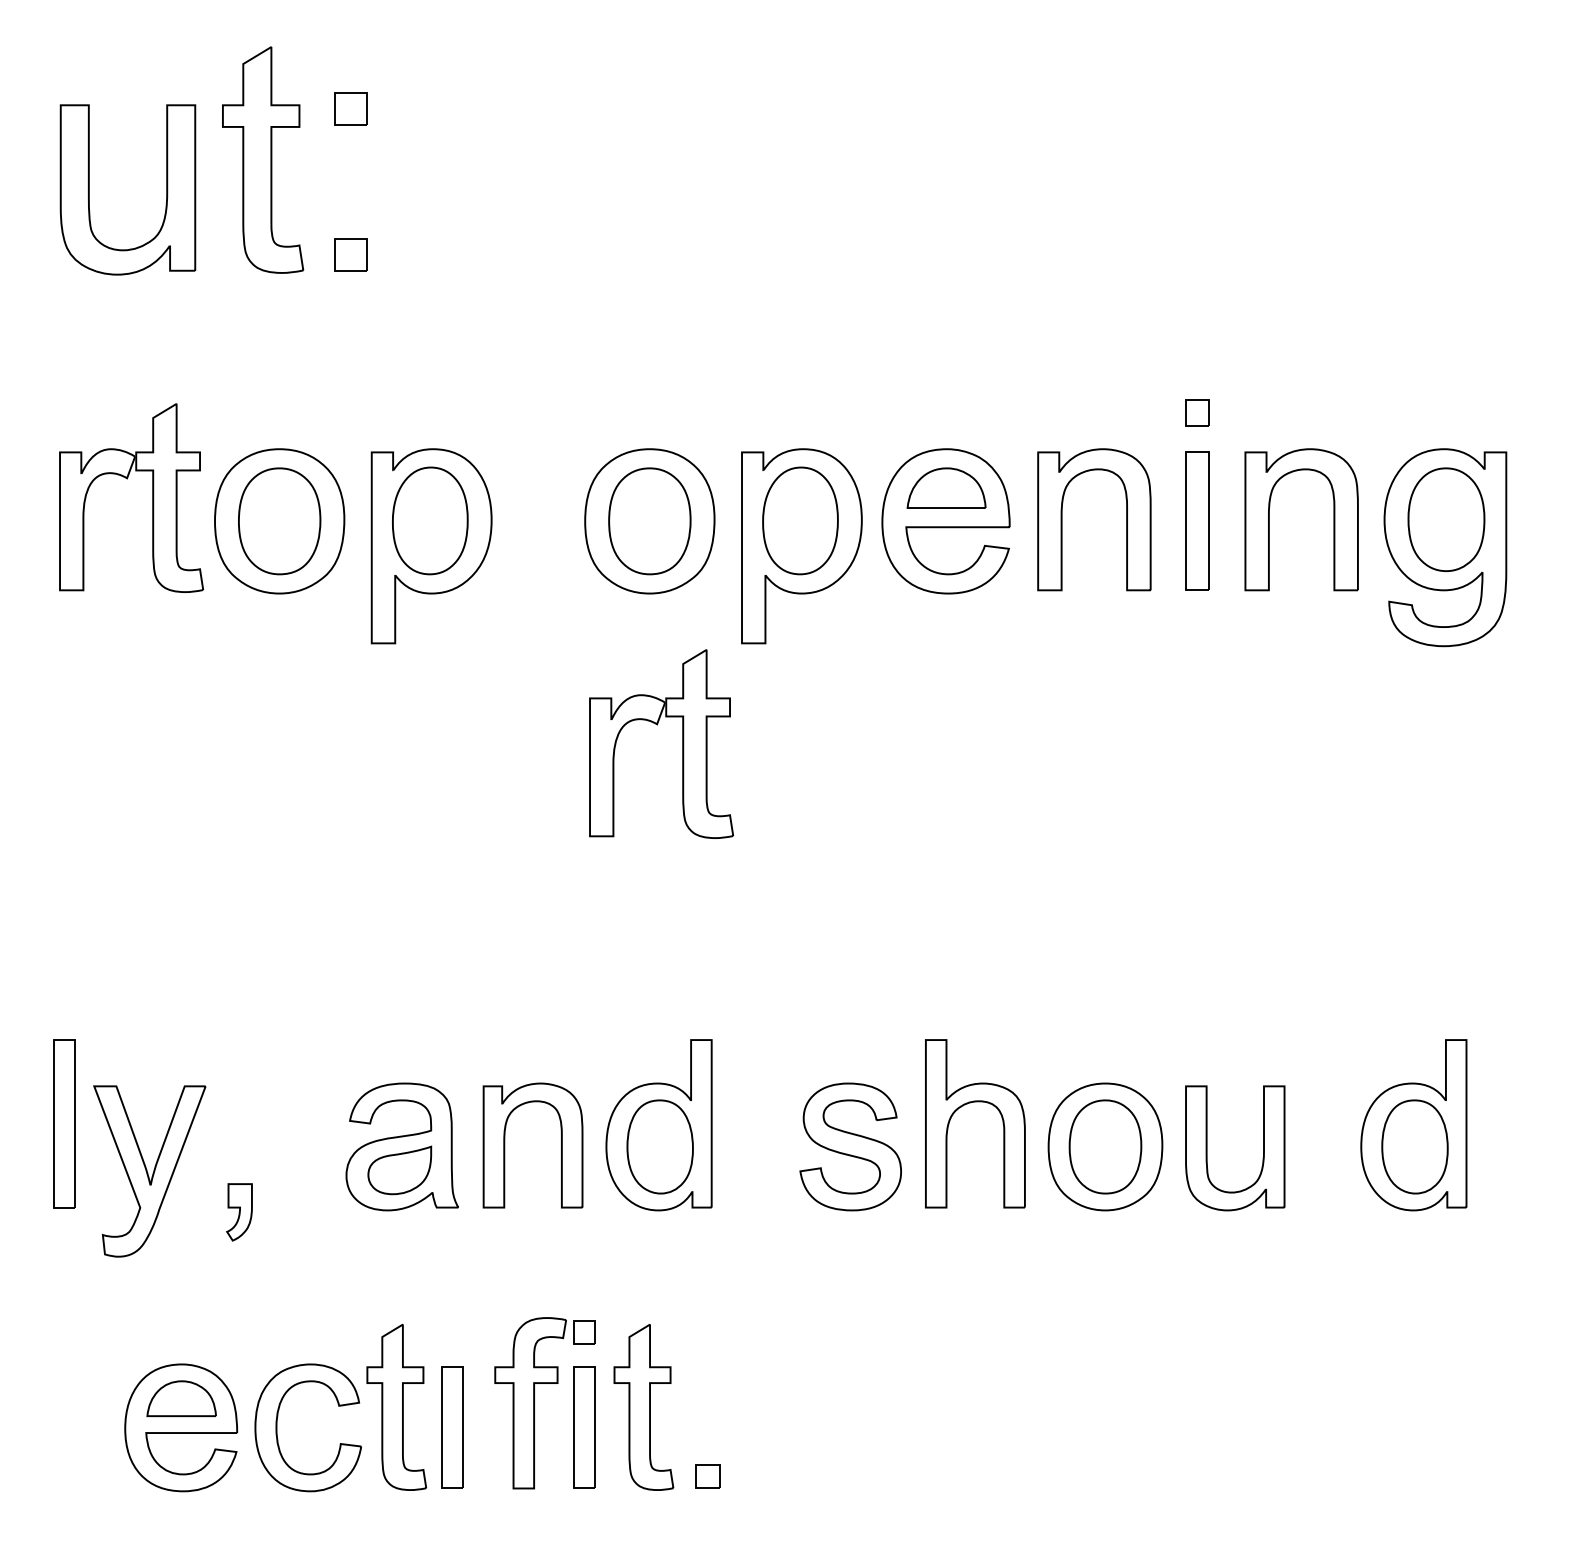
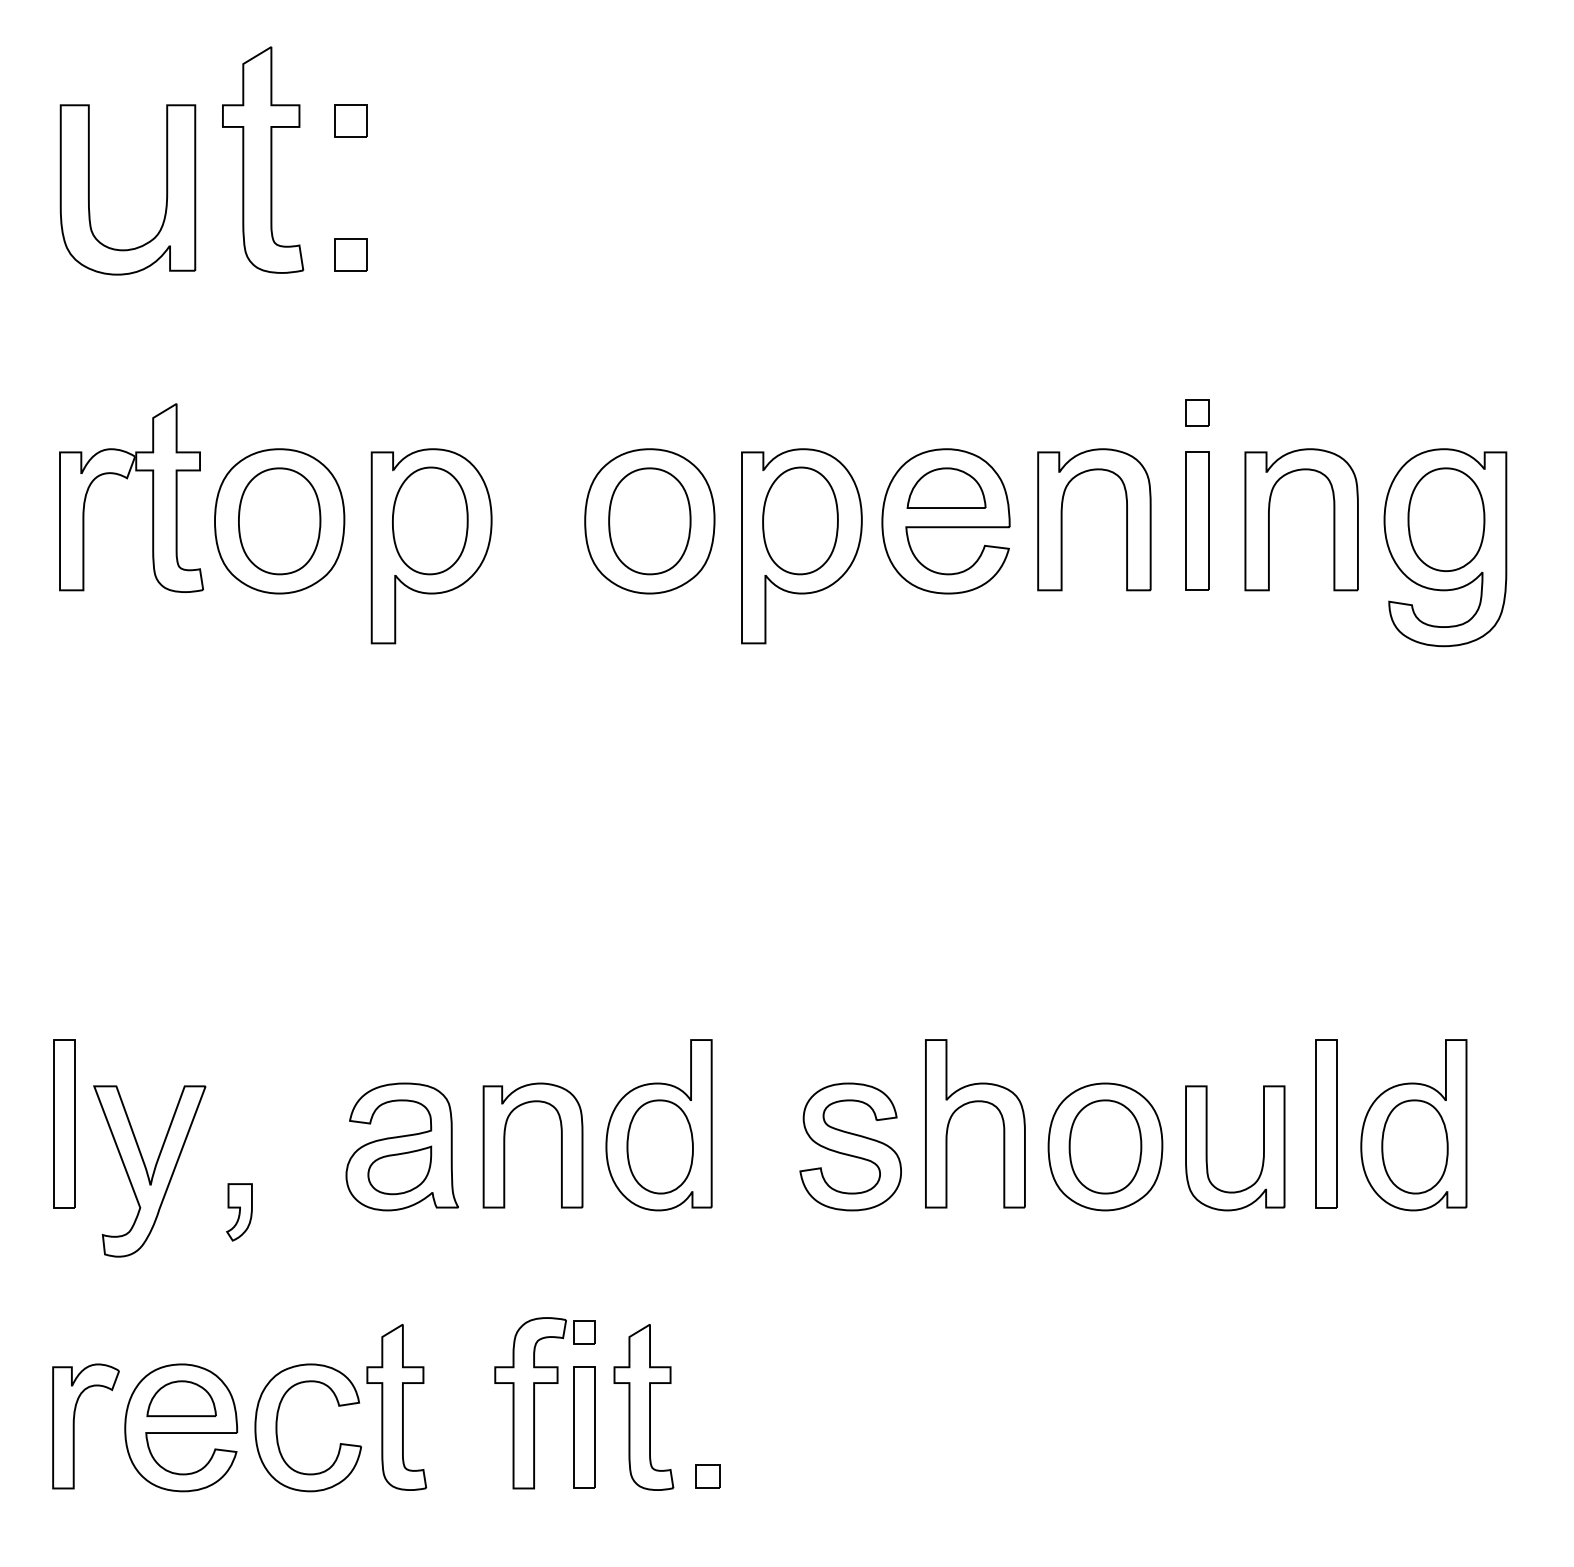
part at (350, 108) position: (350, 108) -> (350, 120)
part at (657, 725): present -> none
part at (1326, 1123): none -> present
part at (74, 1426): none -> present
part at (452, 1427): present -> none
